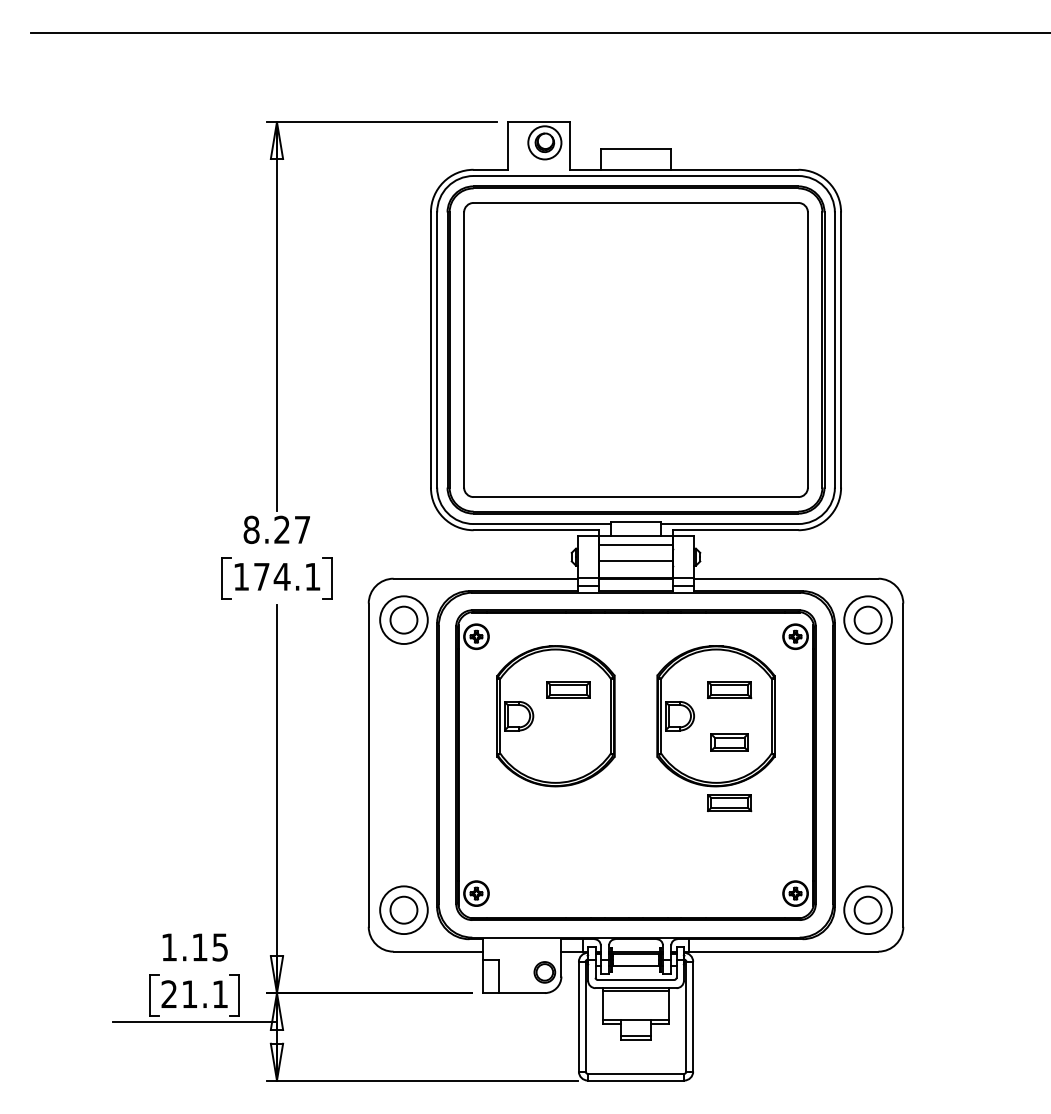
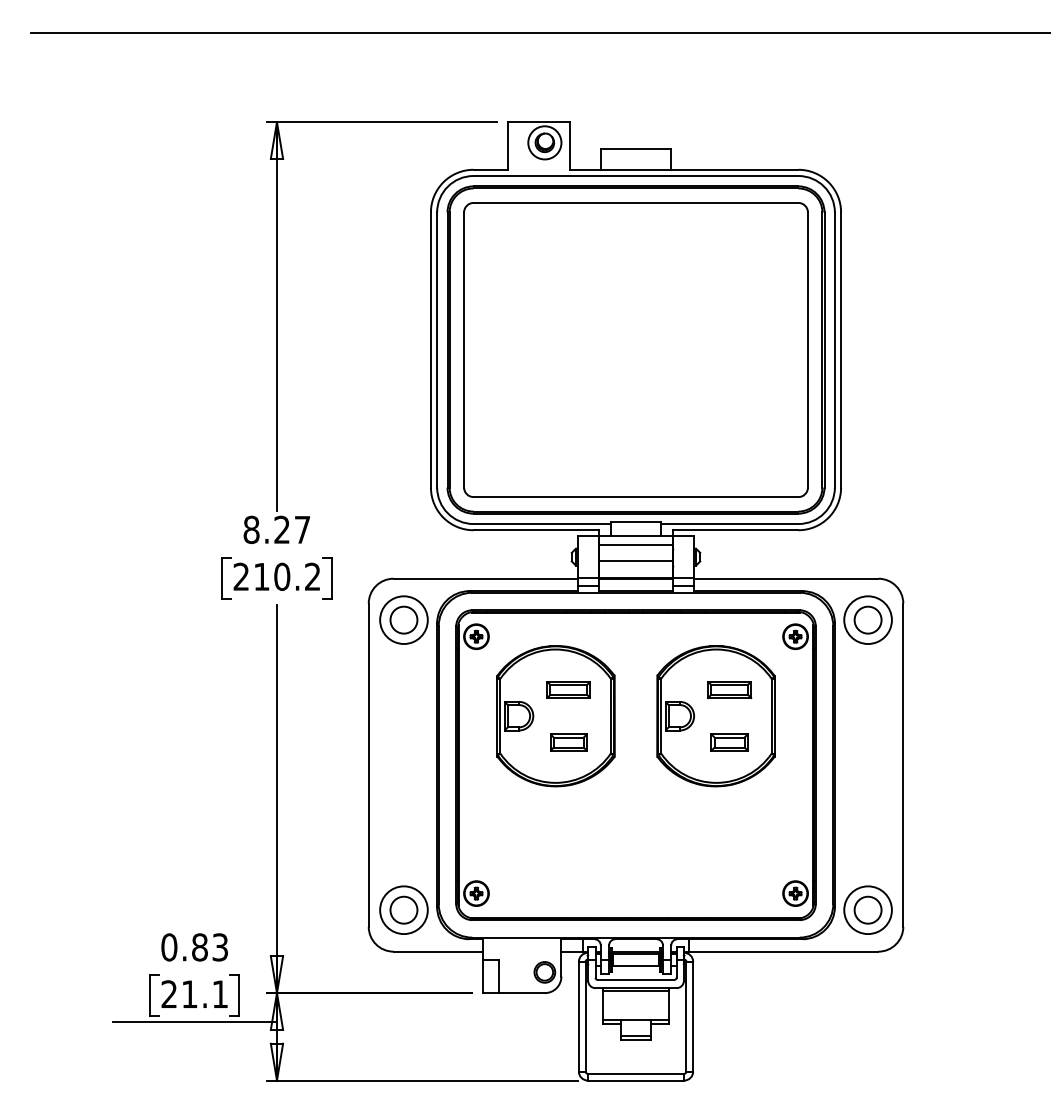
text at (276, 576): 174.1 -> 210.2
part at (568, 742): none -> present
part at (729, 803): present -> none
text at (194, 947): 1.15 -> 0.83
